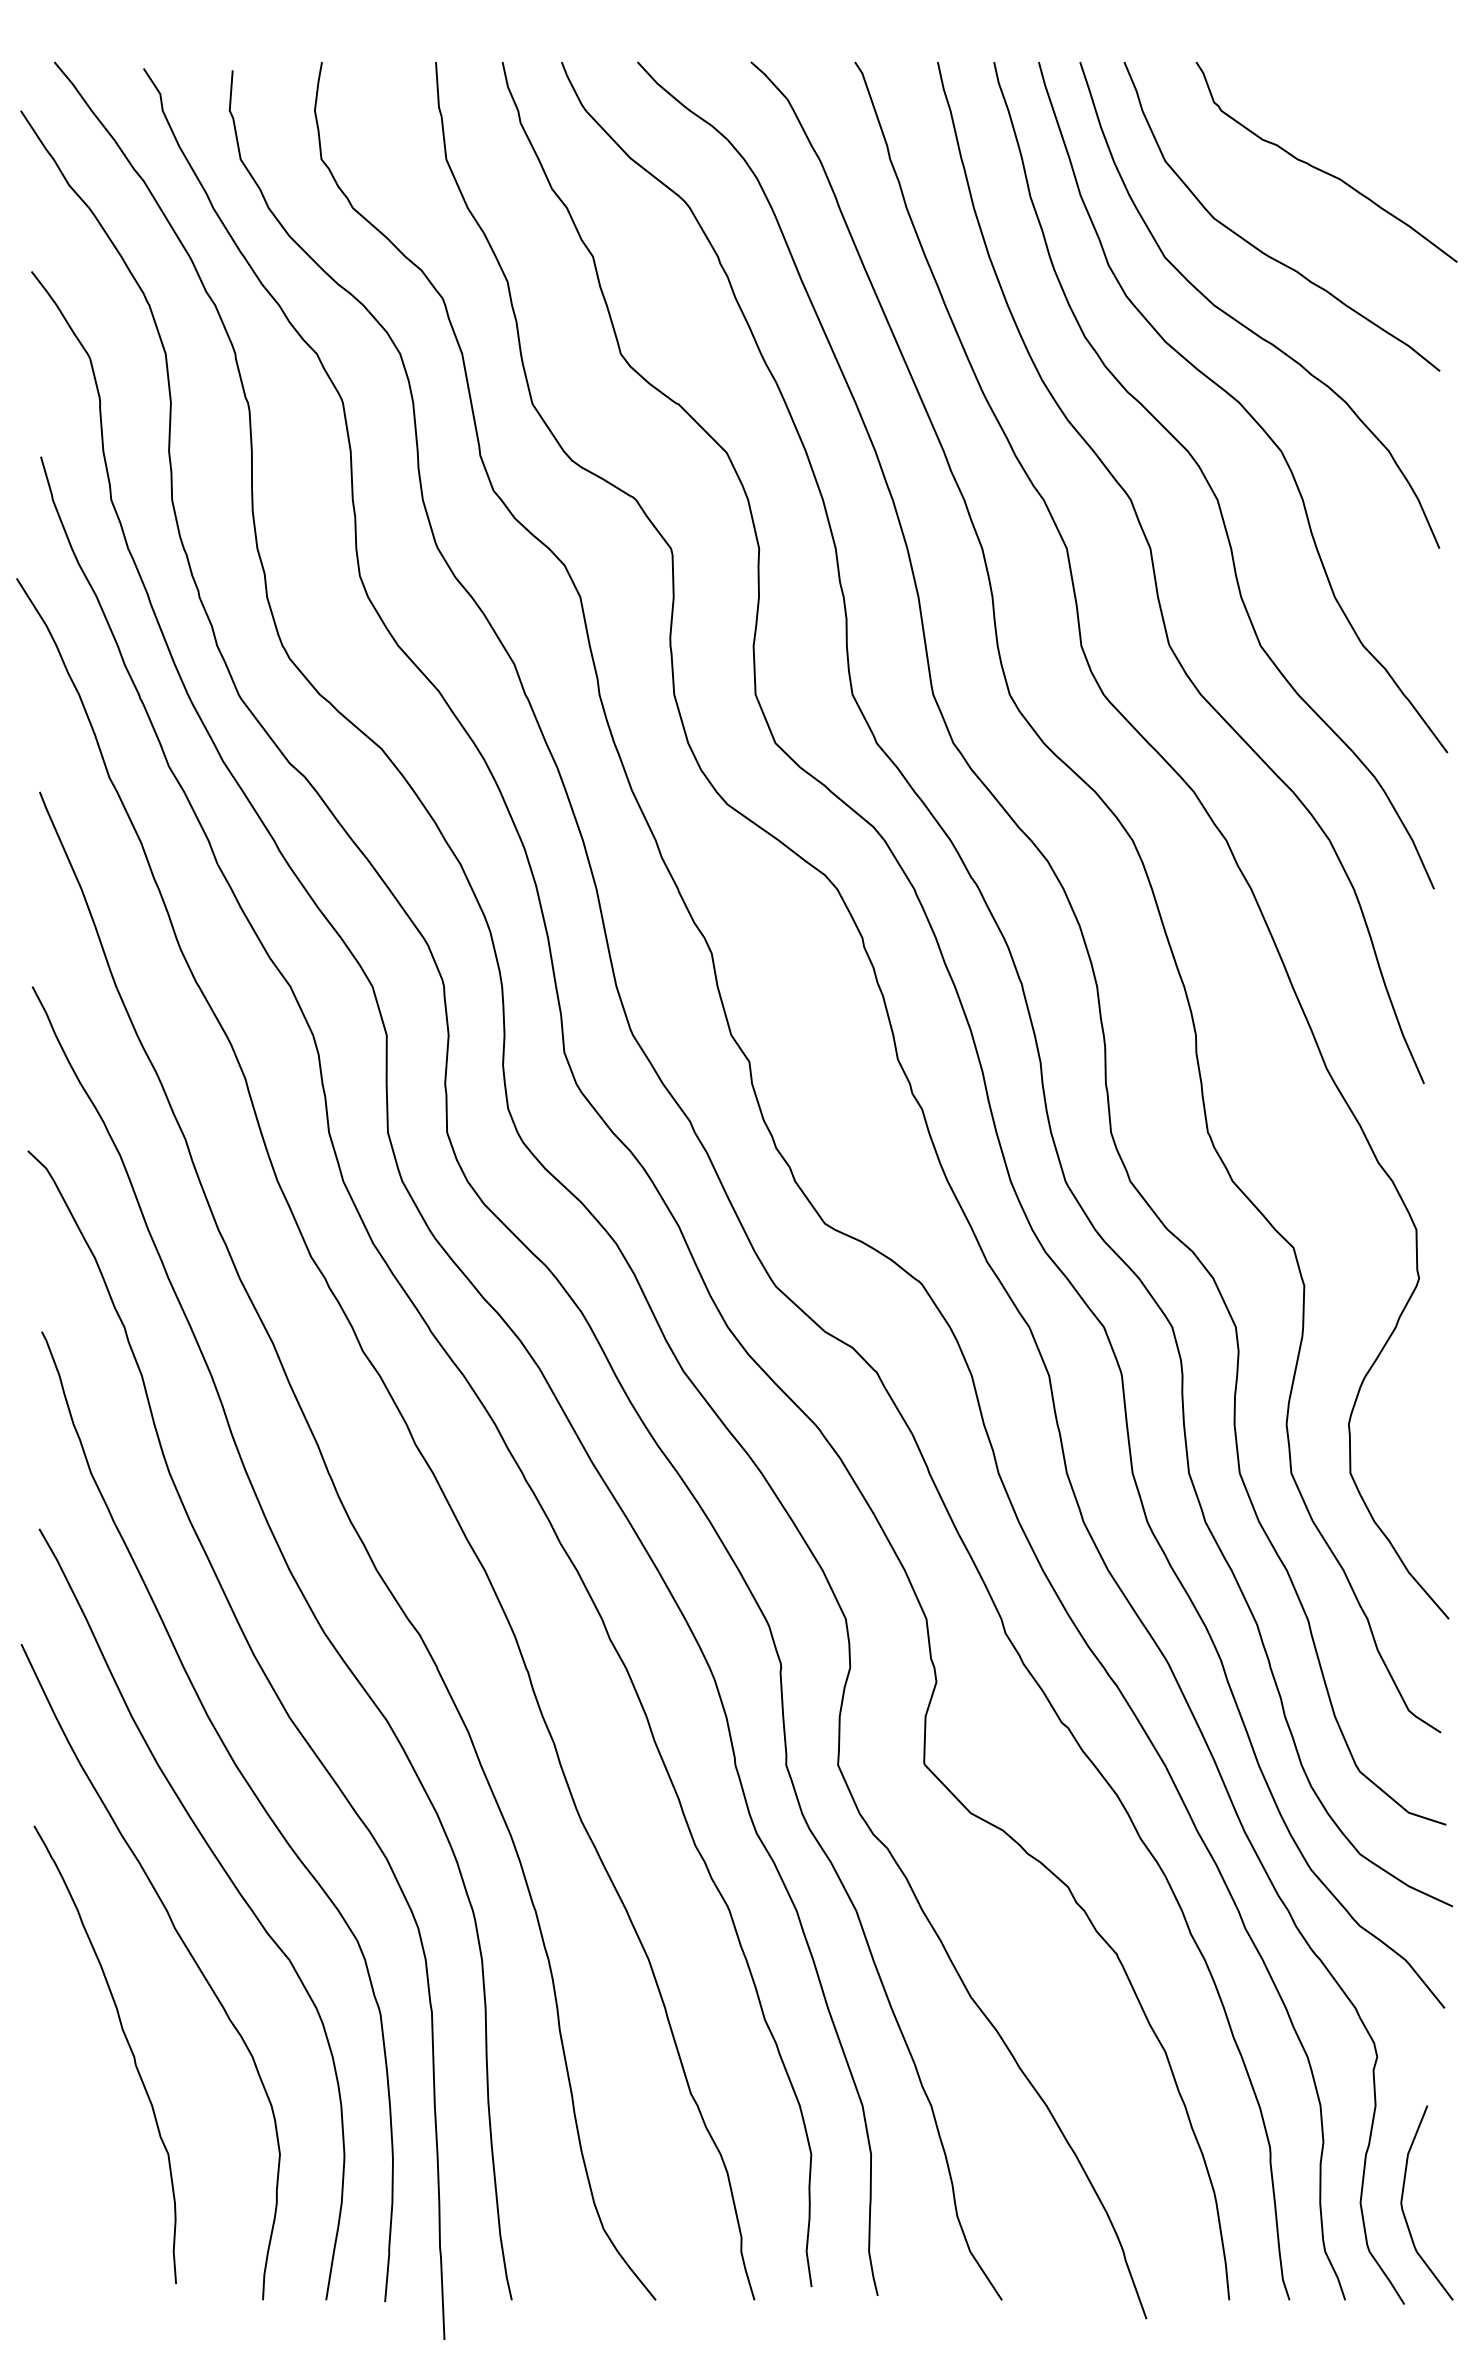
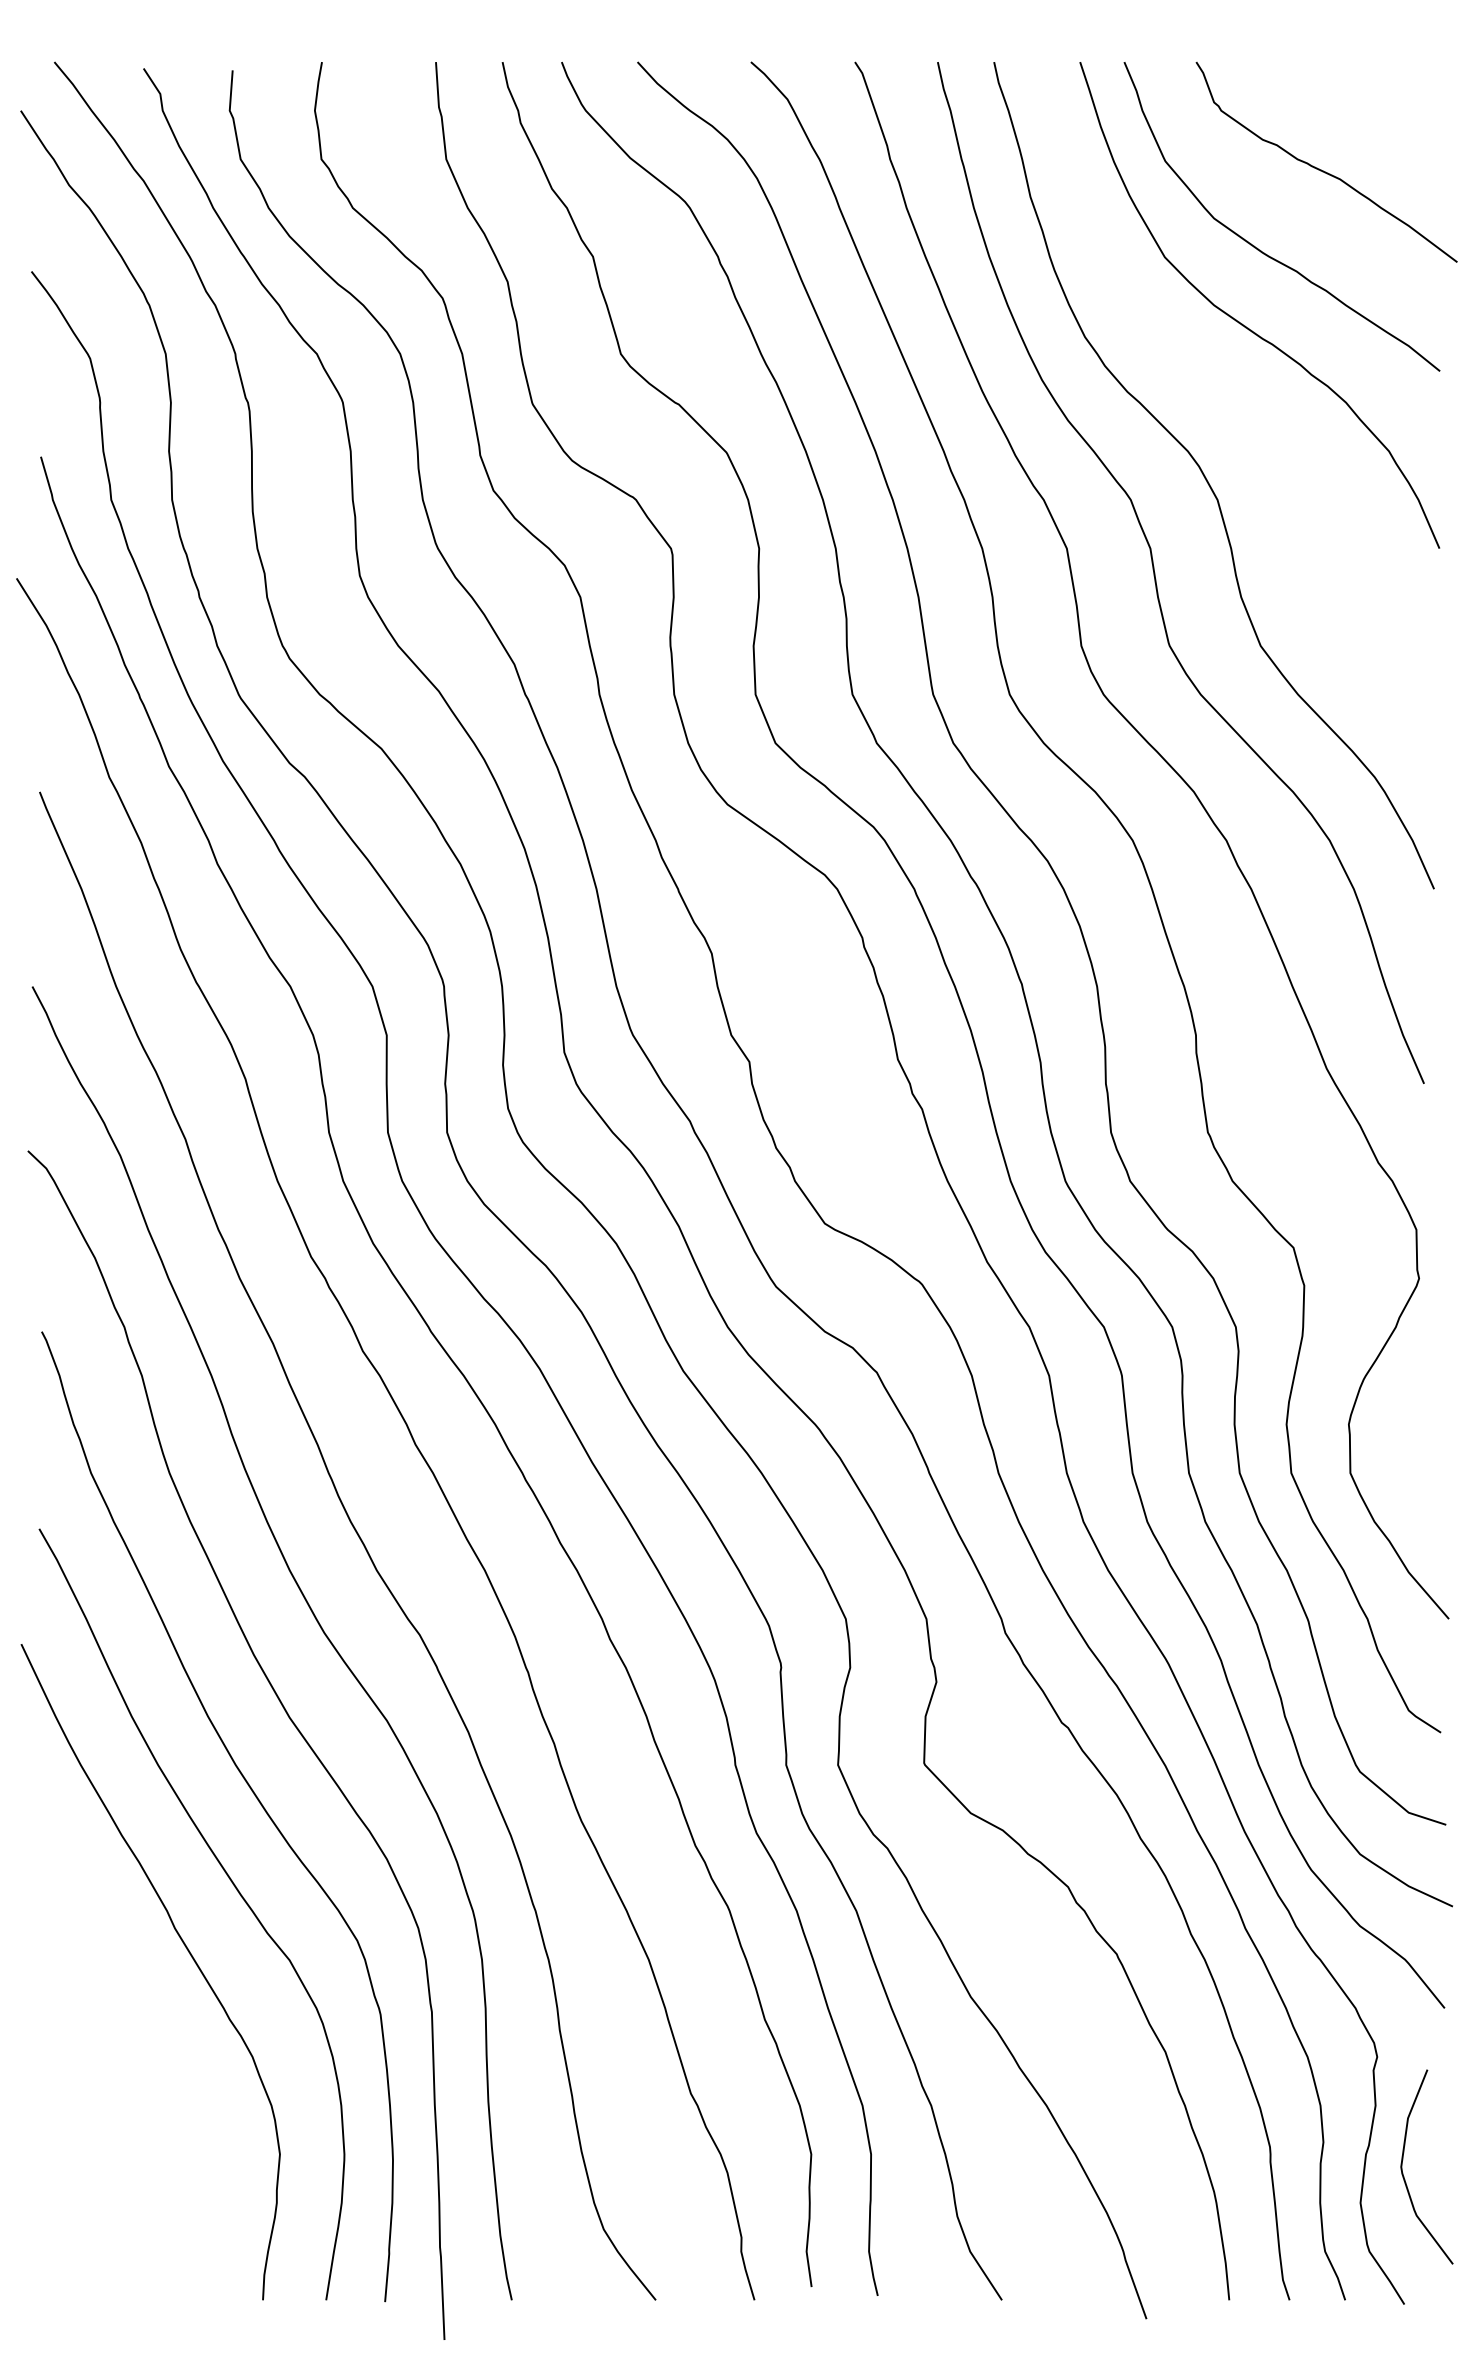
curve at (1243, 407): present -> none
curve at (128, 2046): present -> none
curve at (1403, 2196) position: (1403, 2196) -> (1403, 2160)
